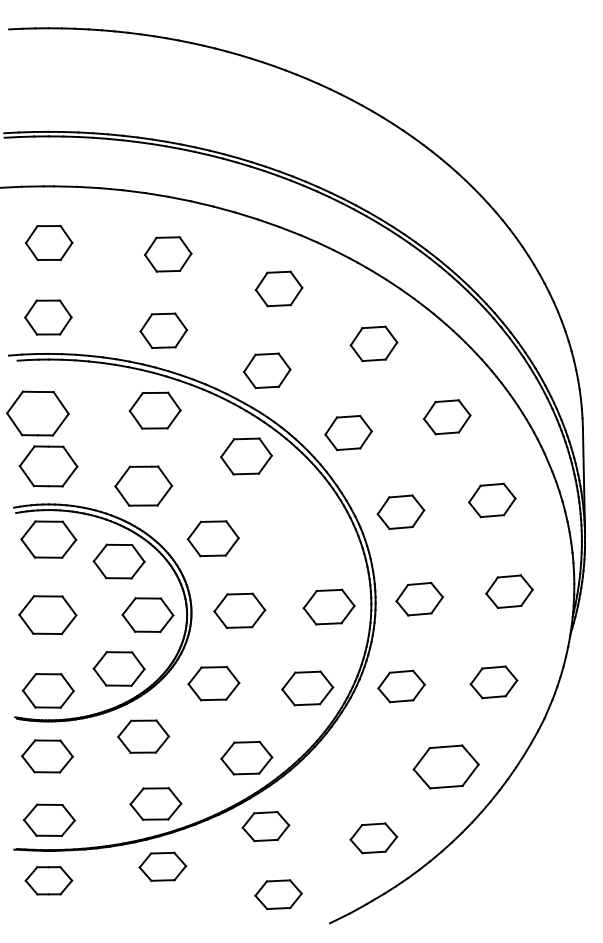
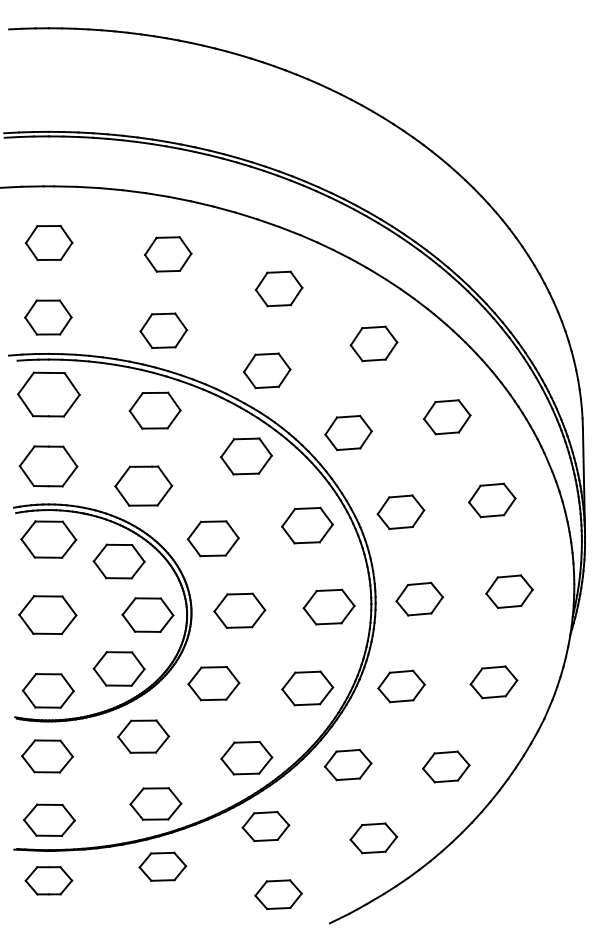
part at (37, 413) position: (37, 413) -> (48, 394)
part at (307, 525): none -> present
part at (347, 764): none -> present
part at (445, 766) size: 68x46 px -> 49x34 px
